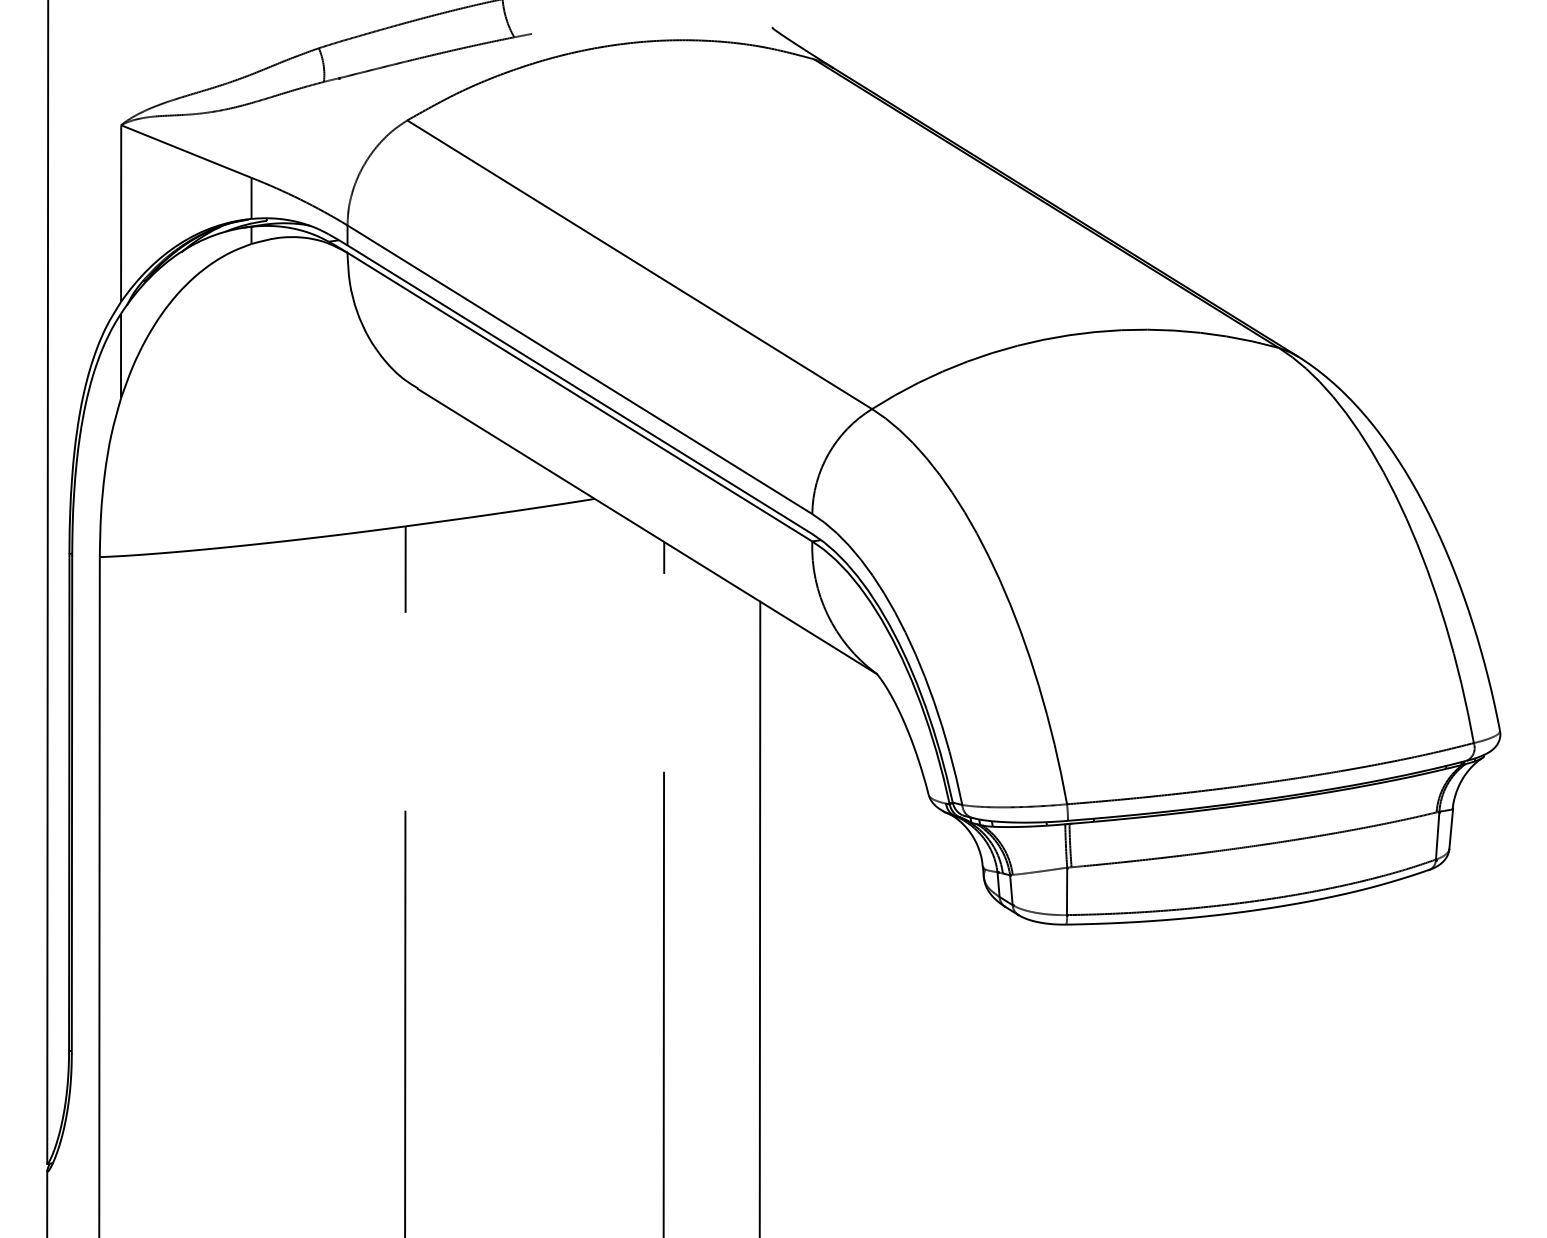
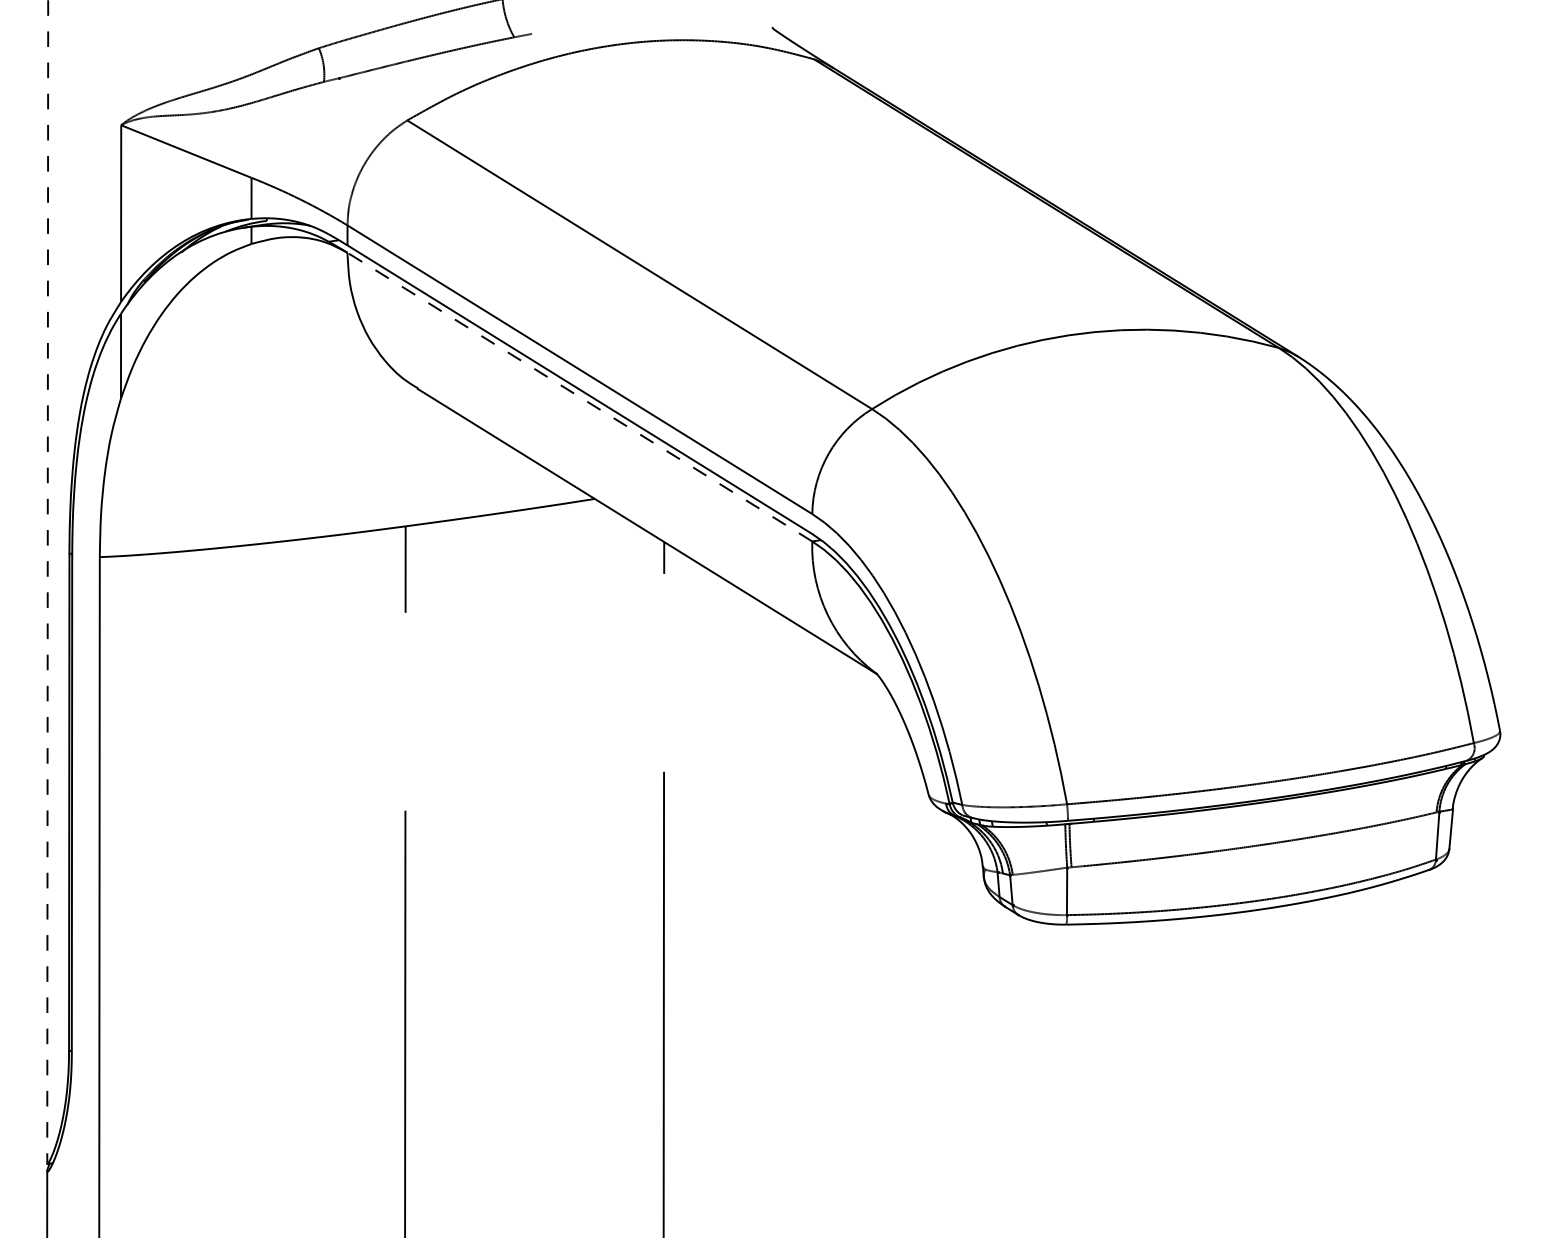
line at (579, 397): solid -> dashed
line at (47, 581): solid -> dashed
line at (759, 917): present -> none
